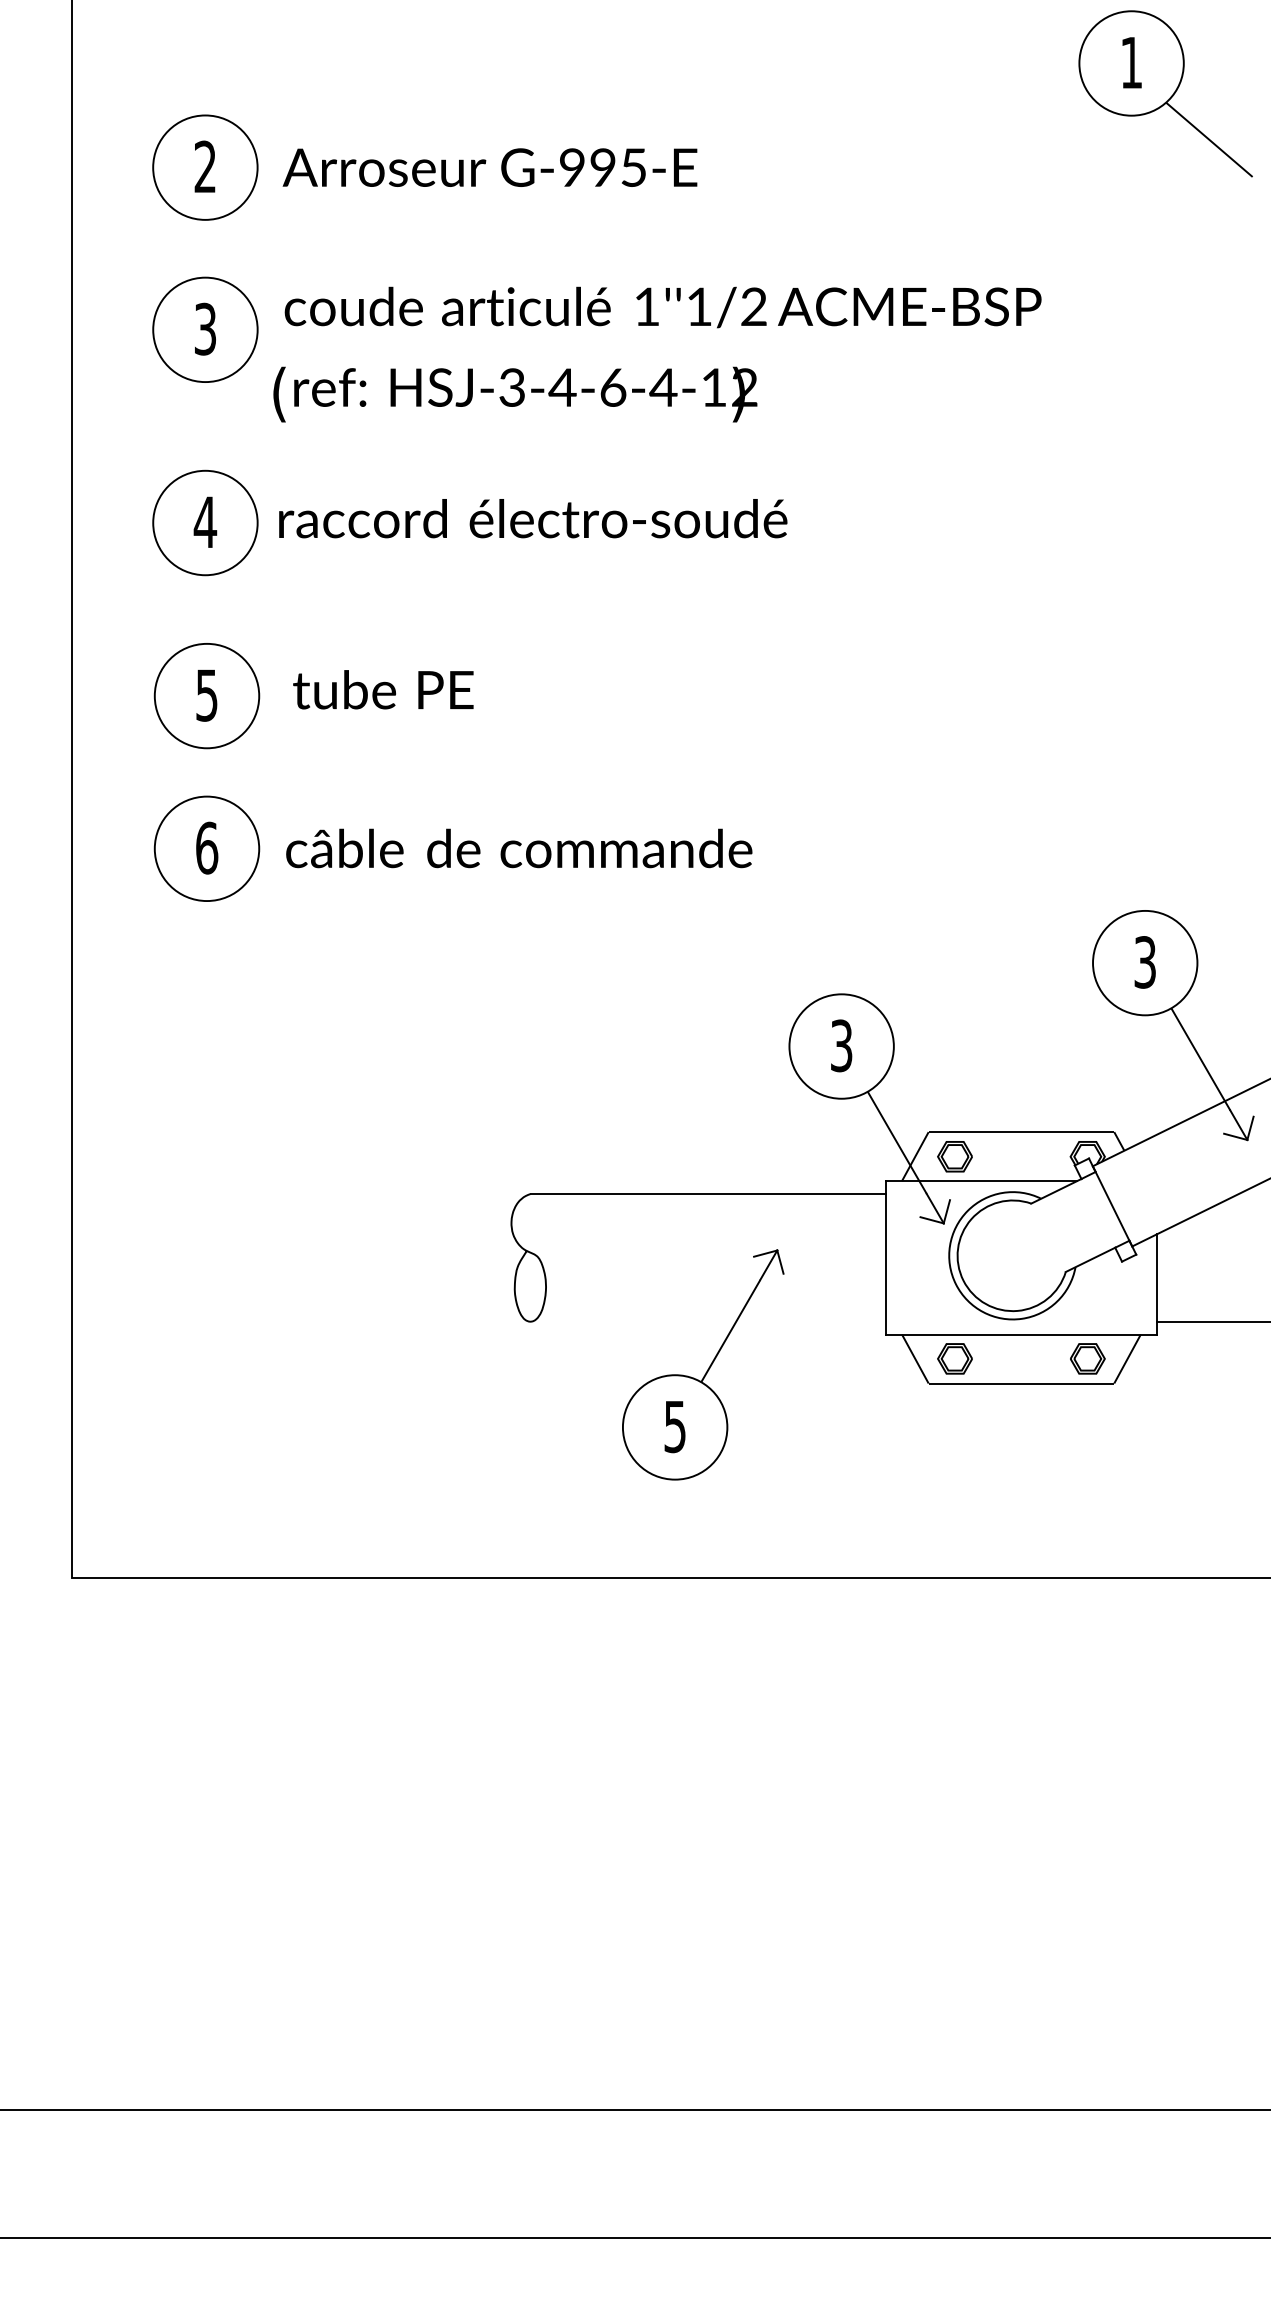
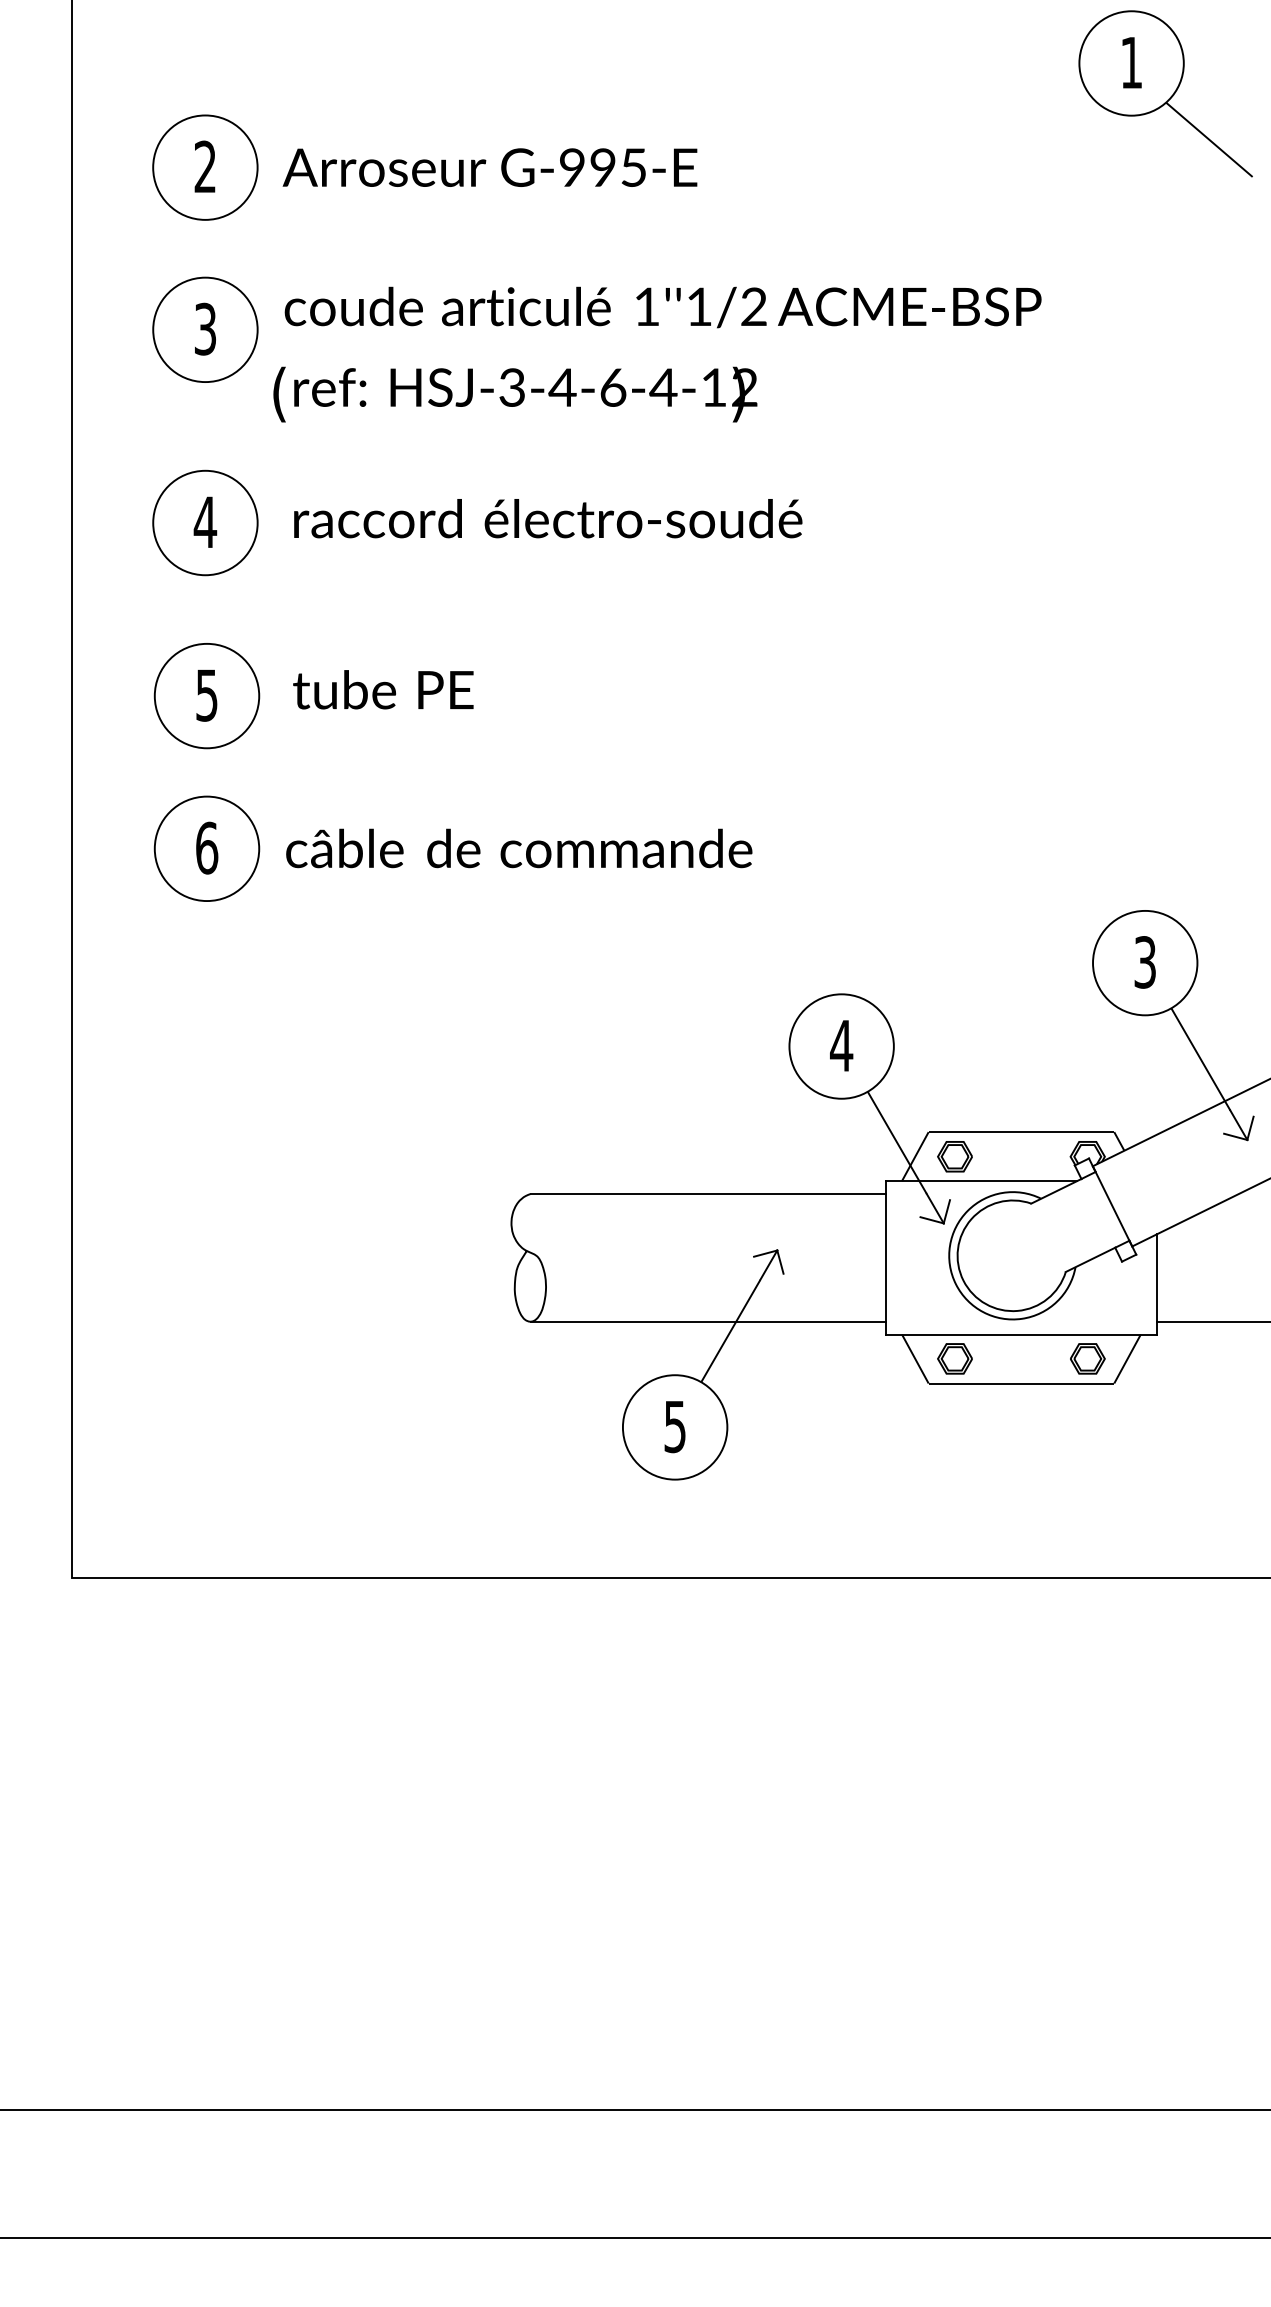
text at (533, 518) position: (533, 518) -> (548, 518)
text at (841, 1045): 3 -> 4
line at (708, 1321): none -> present
